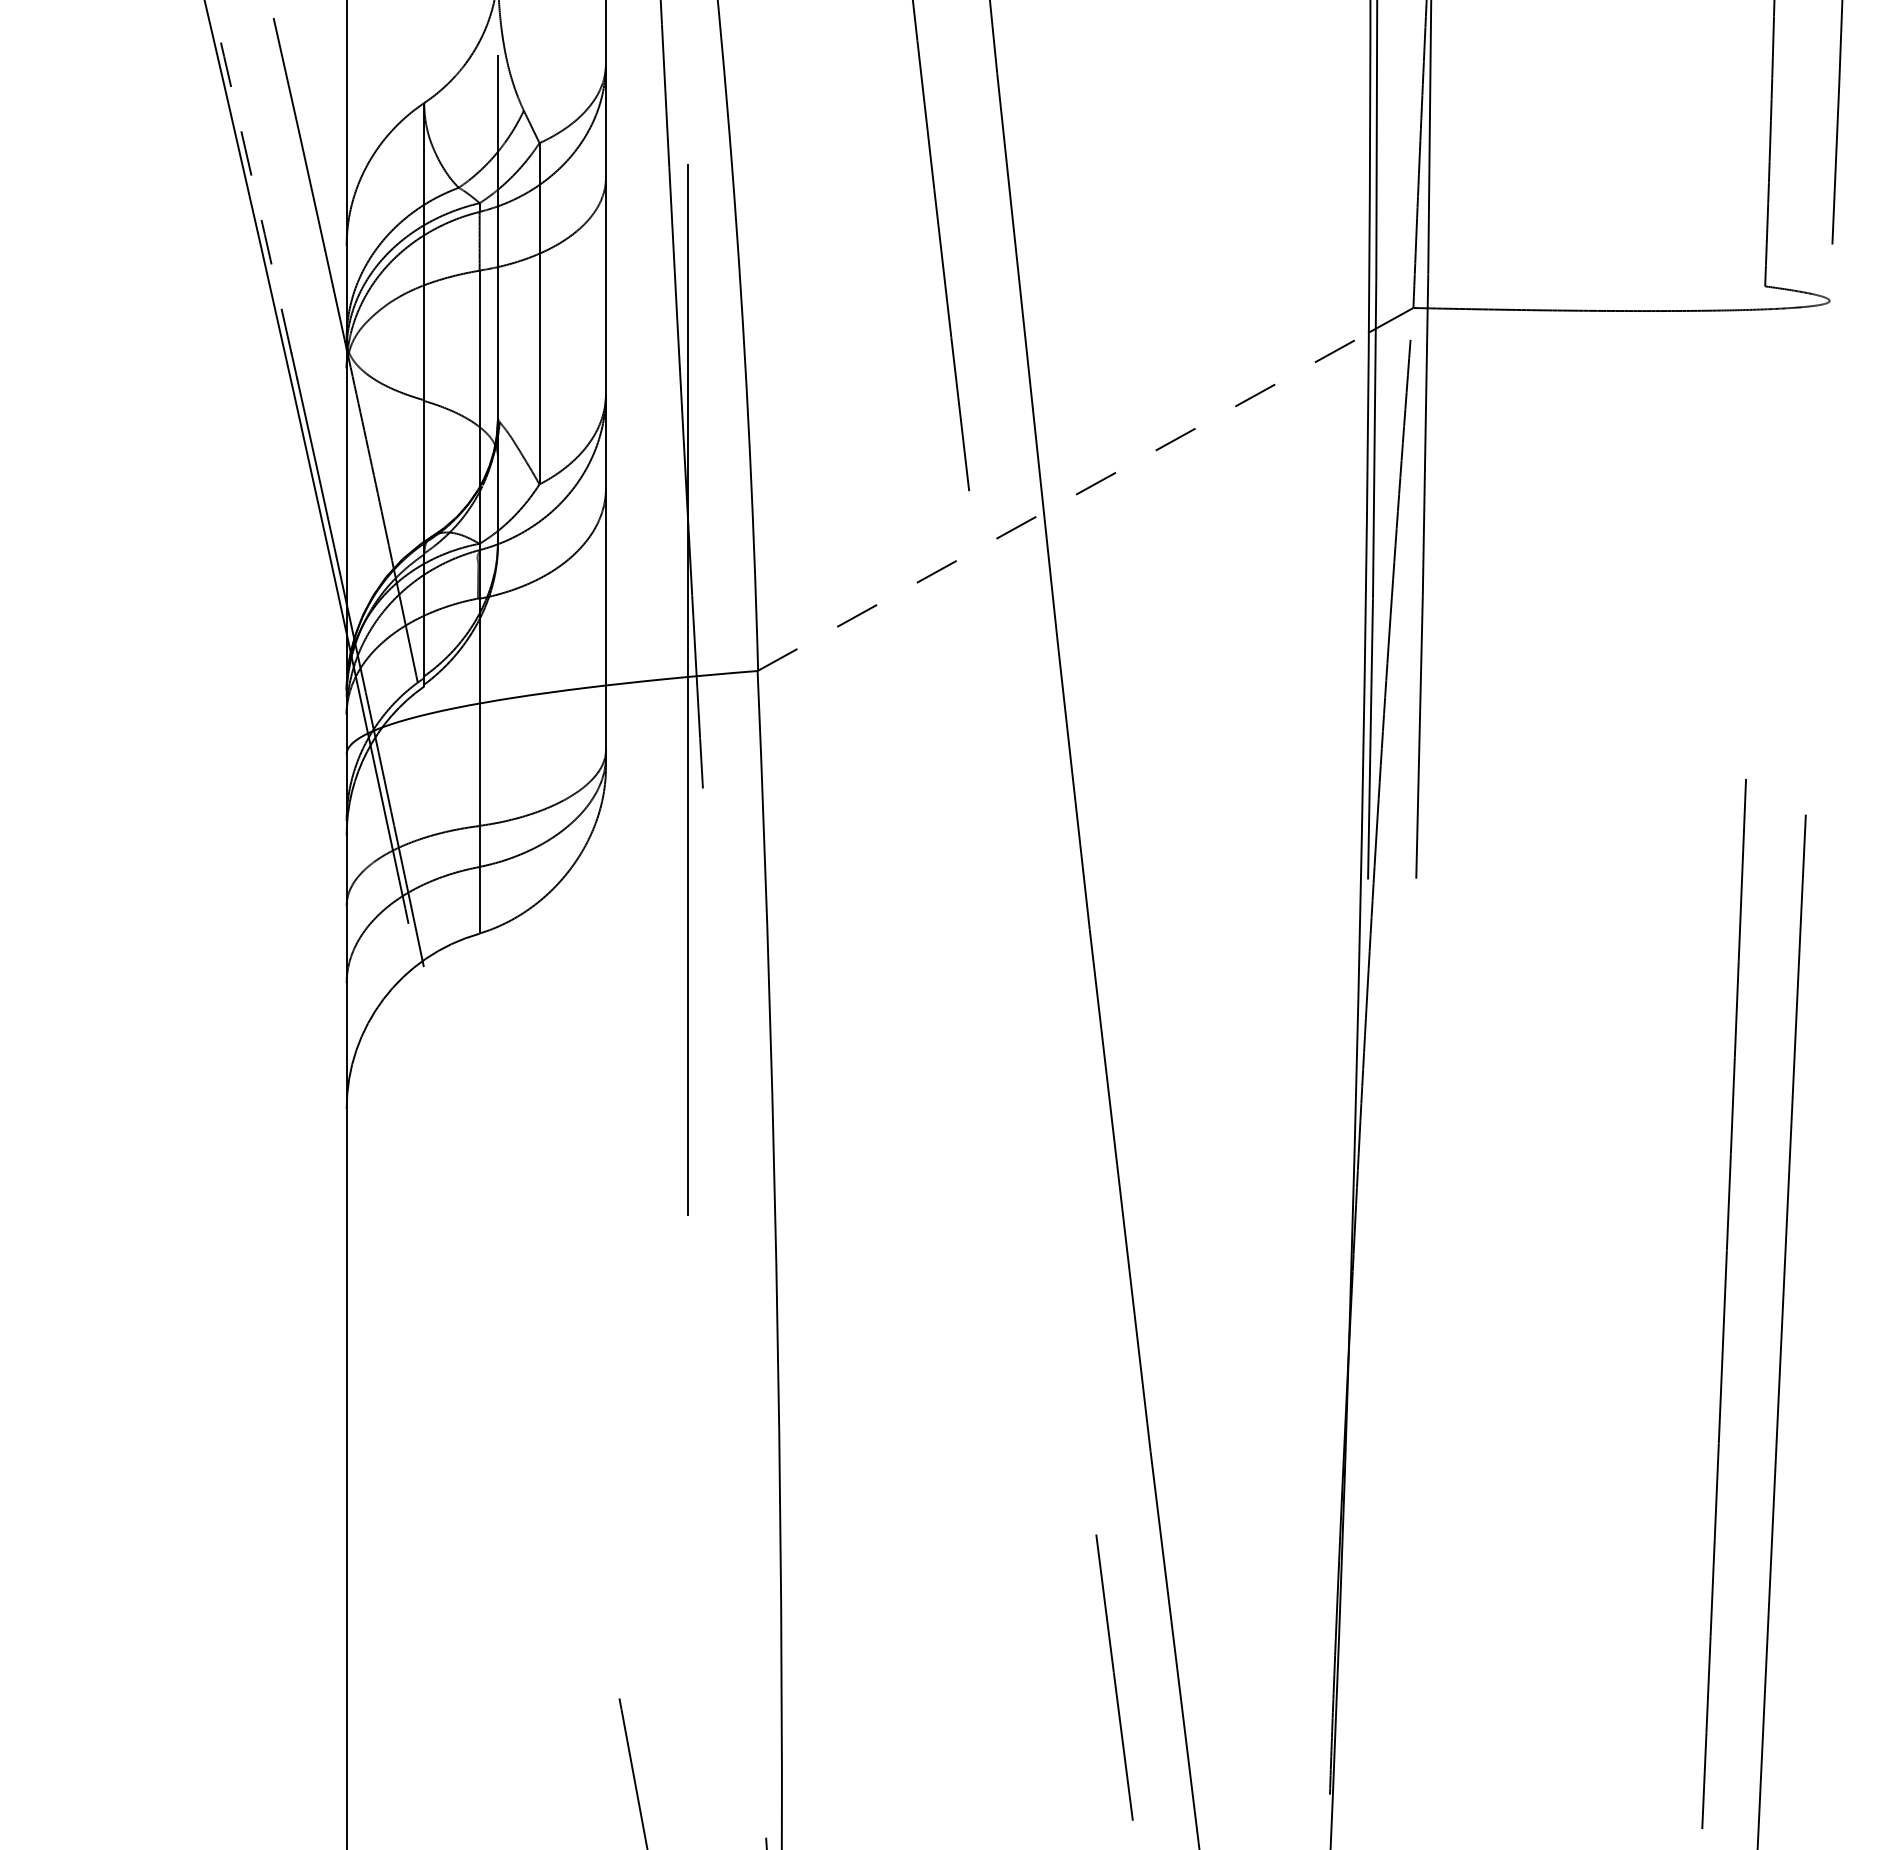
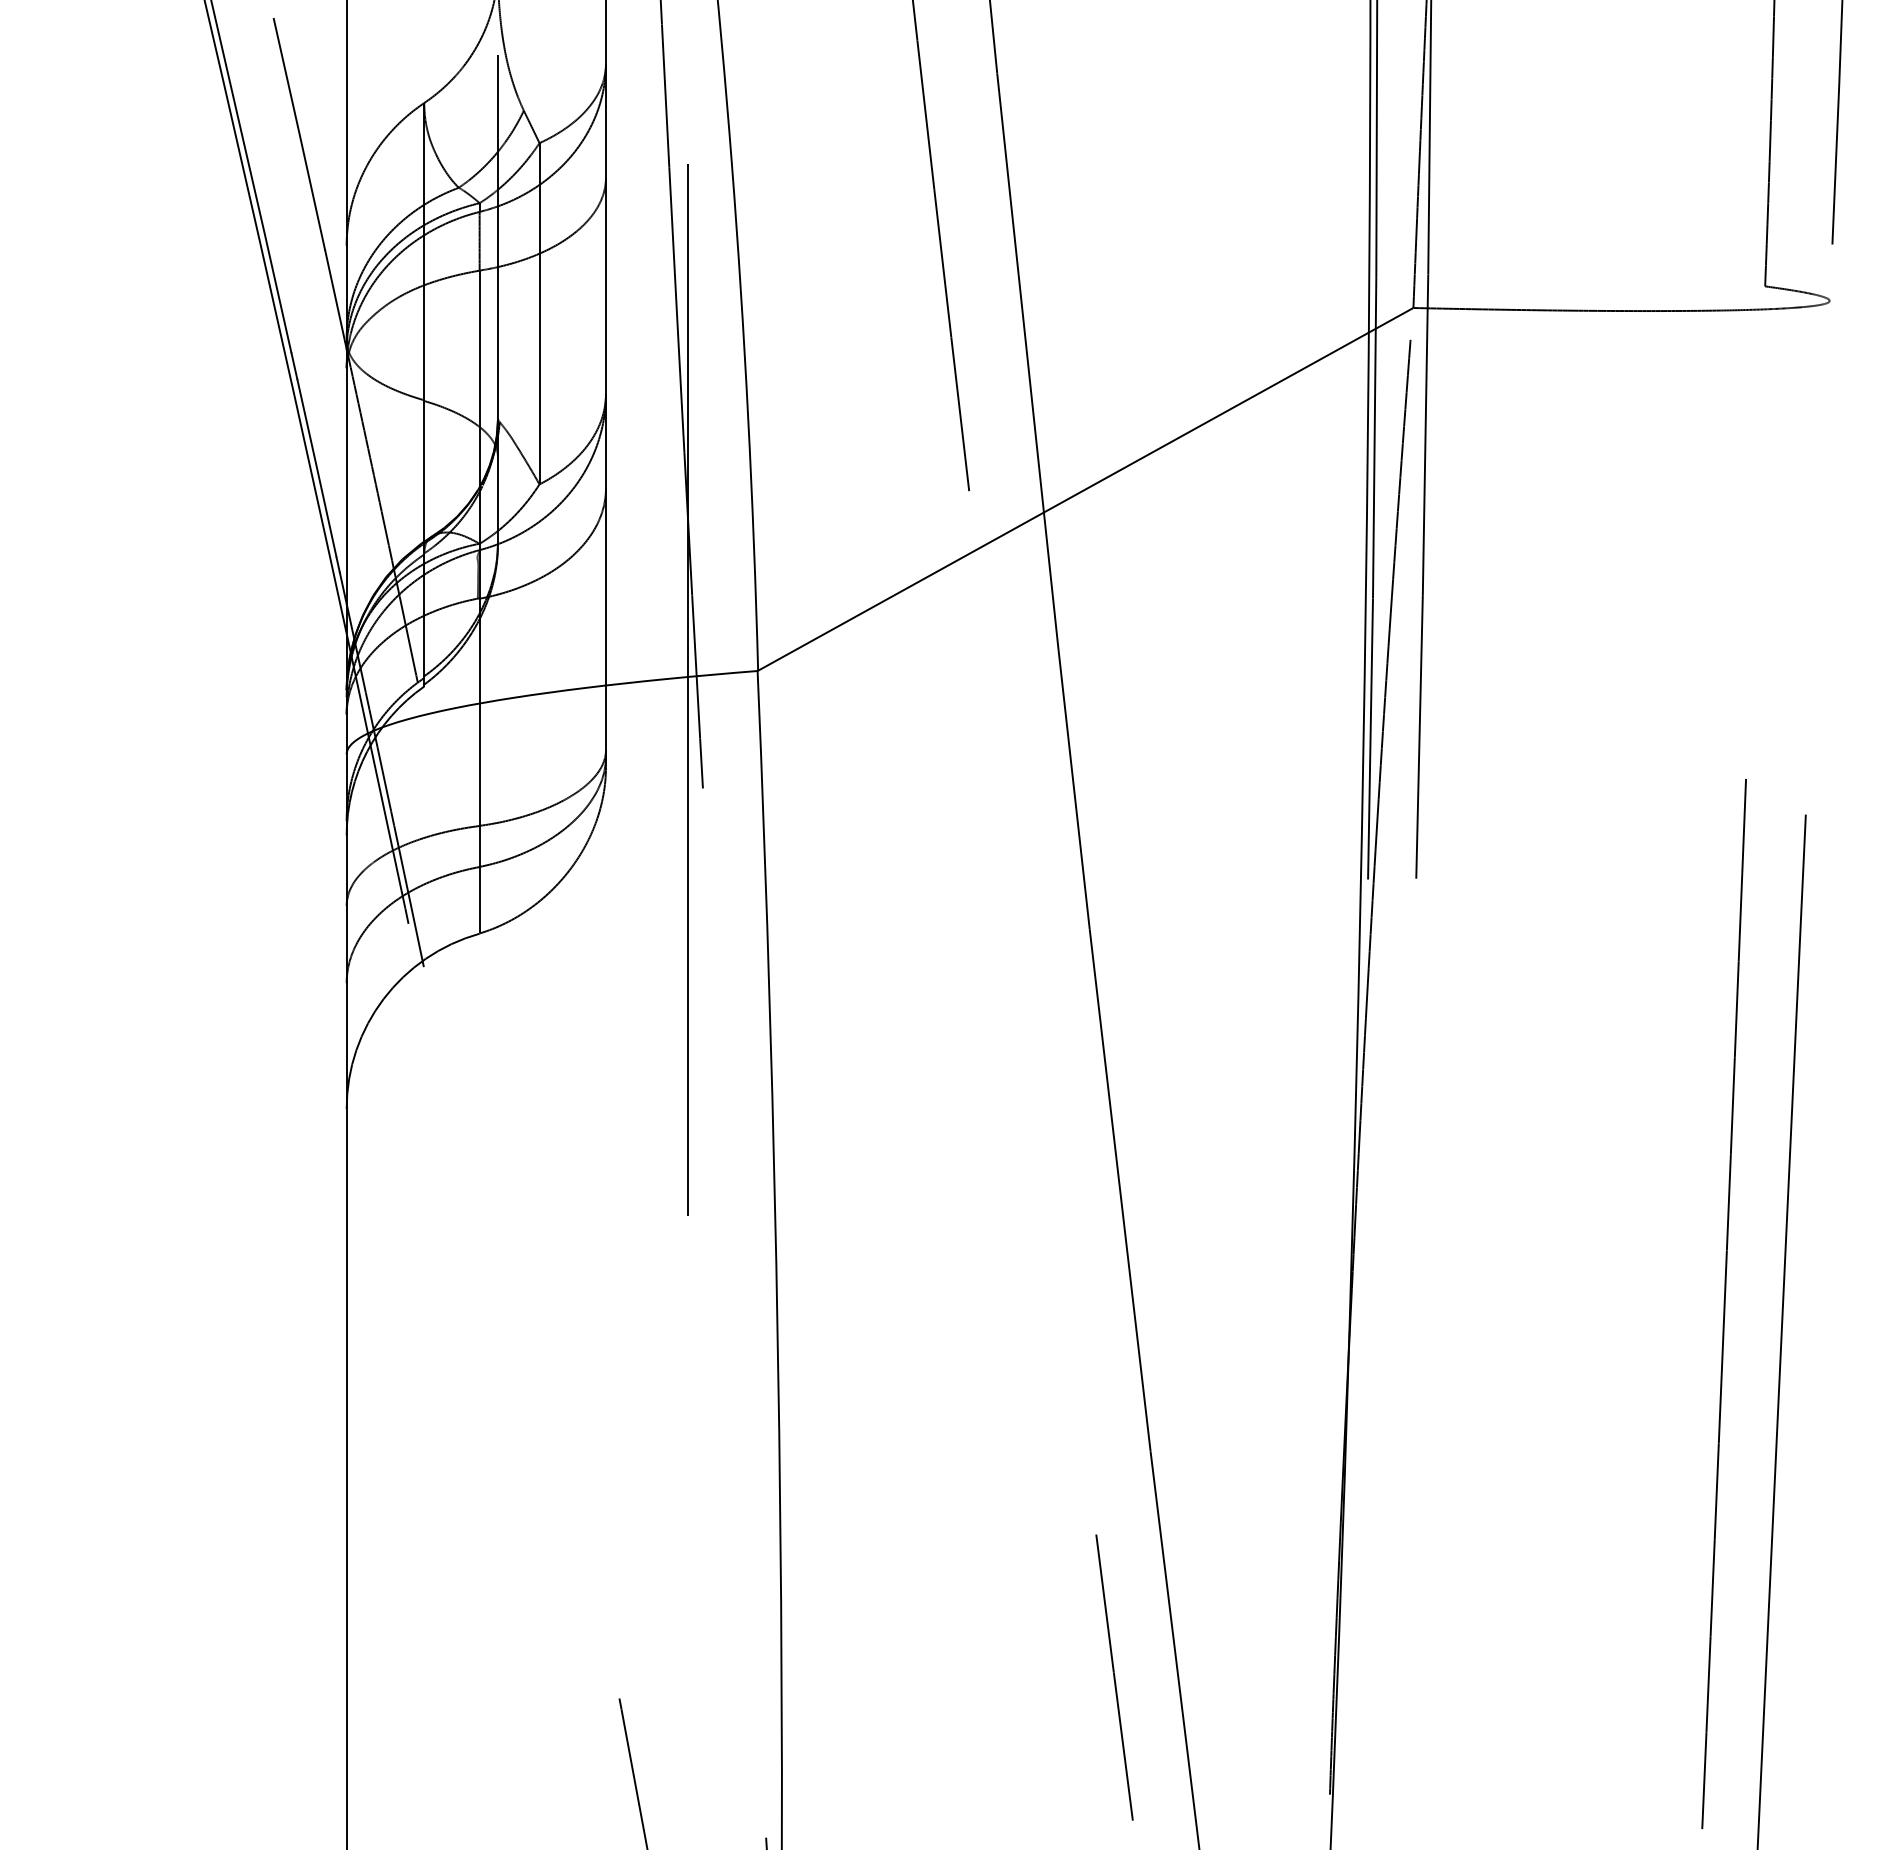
arc at (251, 176): dashed -> solid
line at (1062, 502): dashed -> solid
